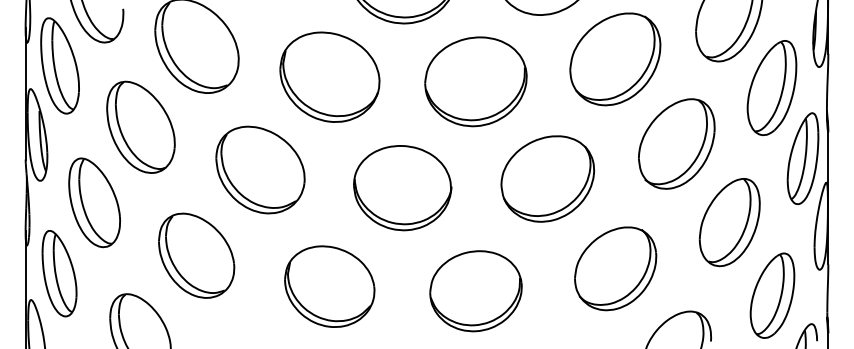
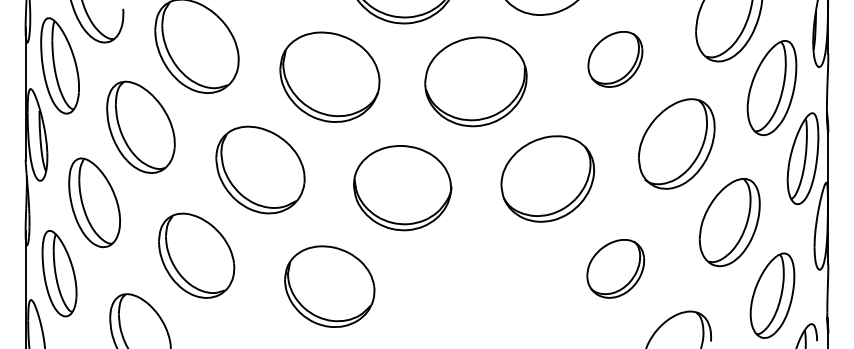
part at (615, 59) size: 93x95 px -> 57x57 px
part at (615, 268) size: 84x86 px -> 60x60 px
part at (475, 291): present -> none
